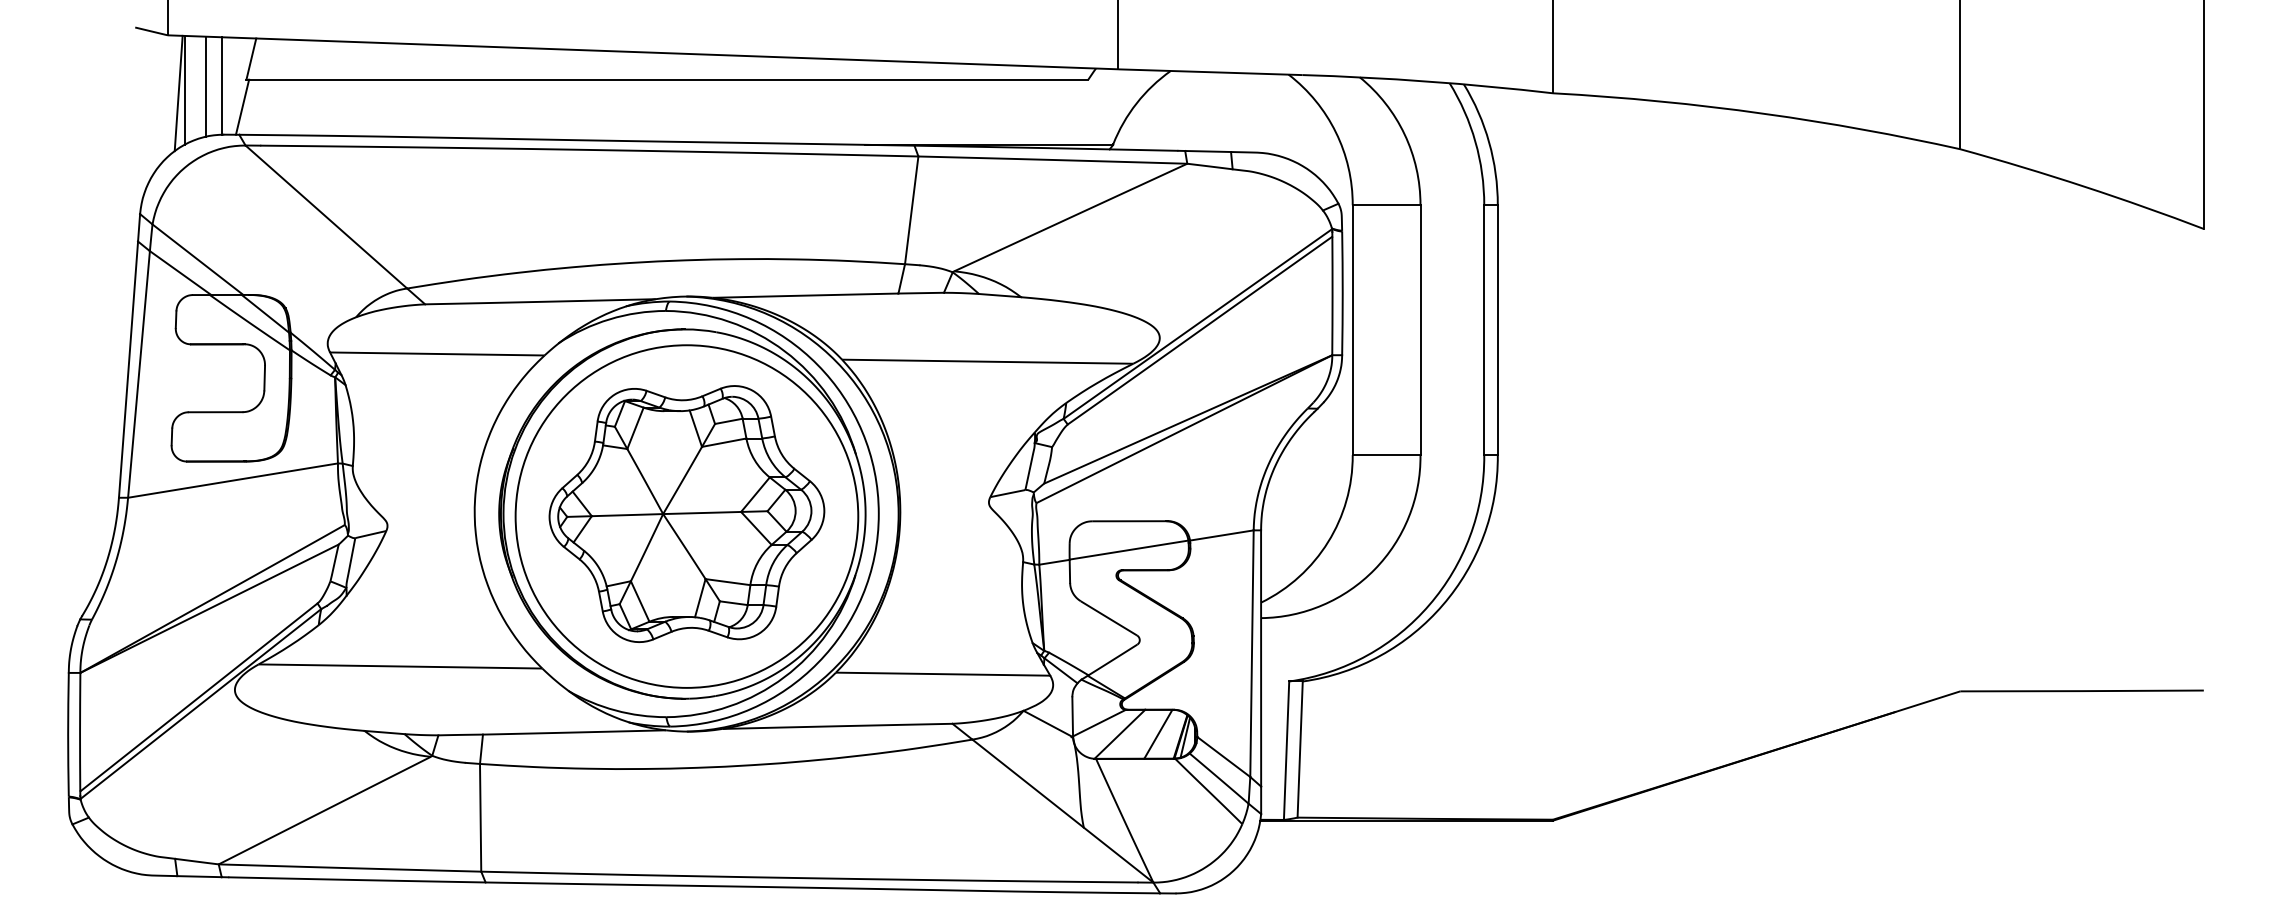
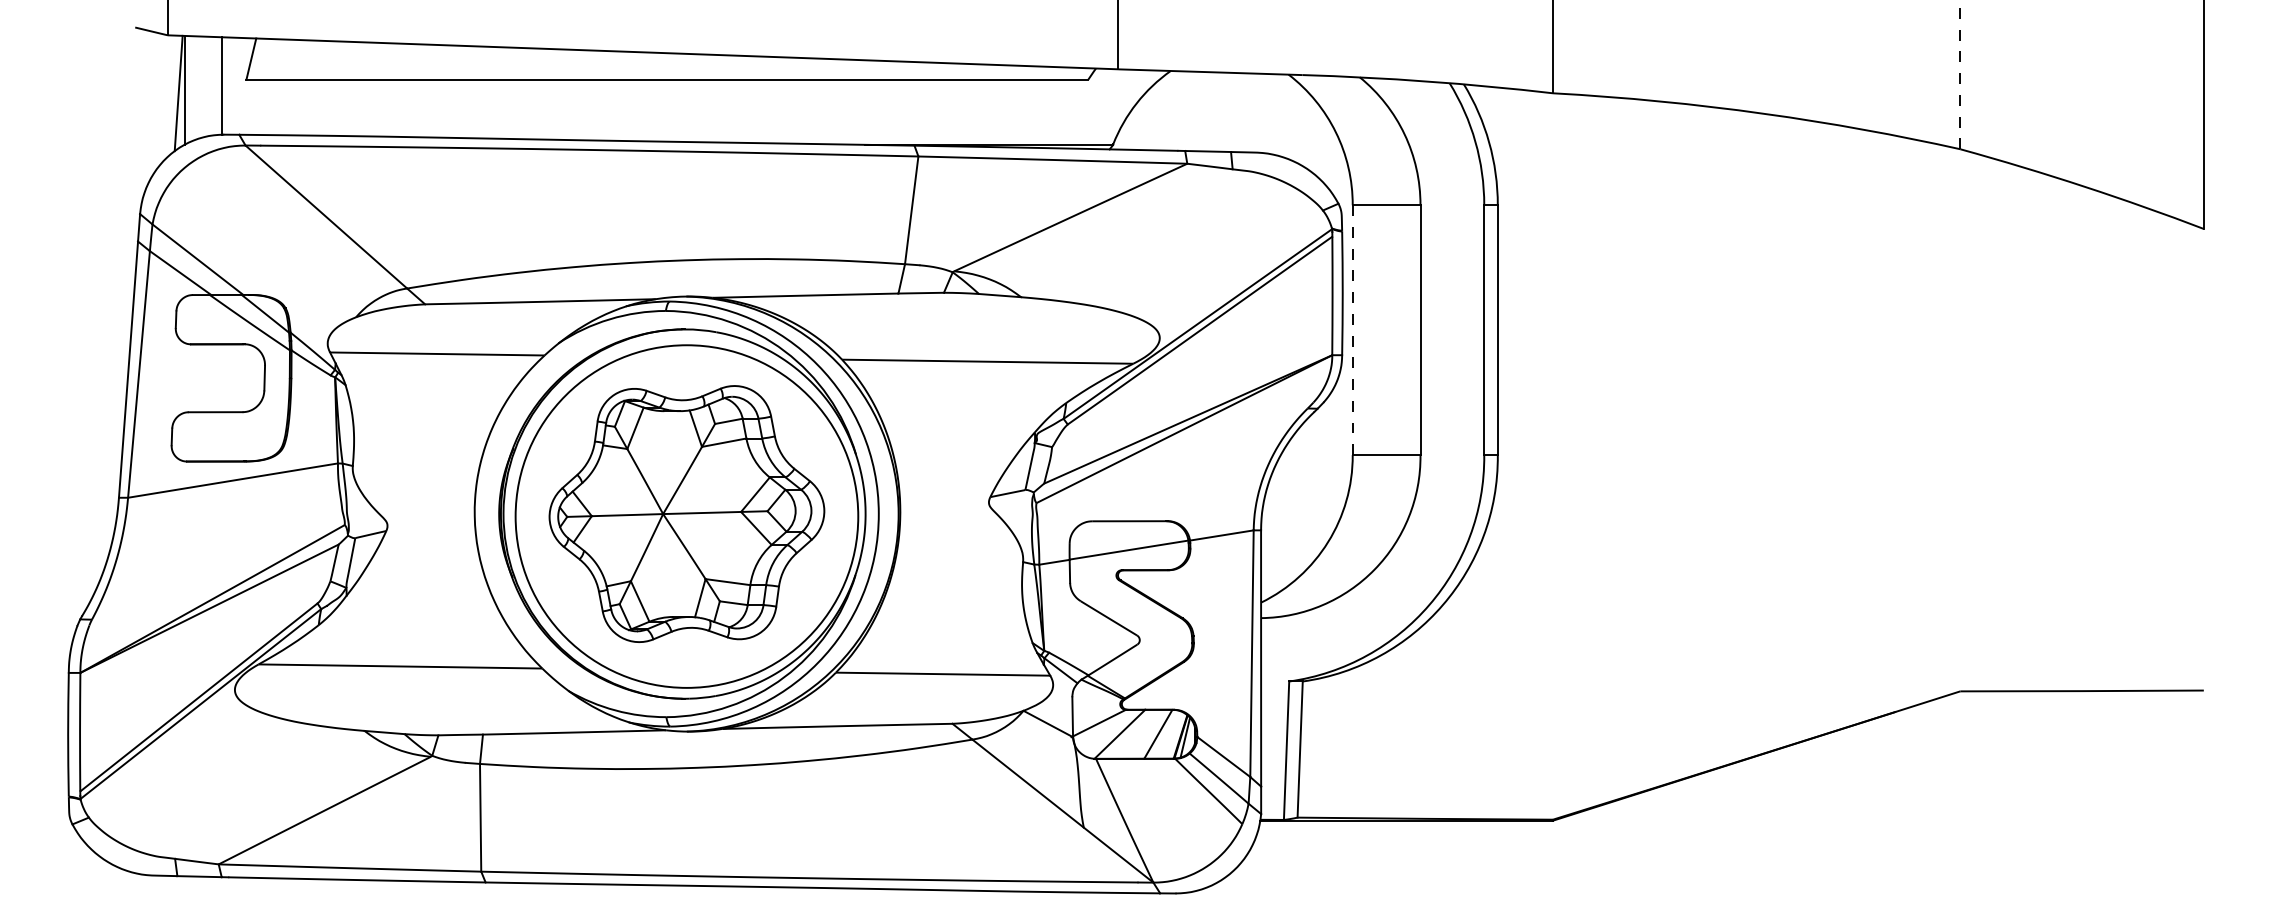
line at (1960, 74): solid -> dashed
line at (206, 86): present -> none
line at (242, 106): present -> none
line at (1352, 330): solid -> dashed
